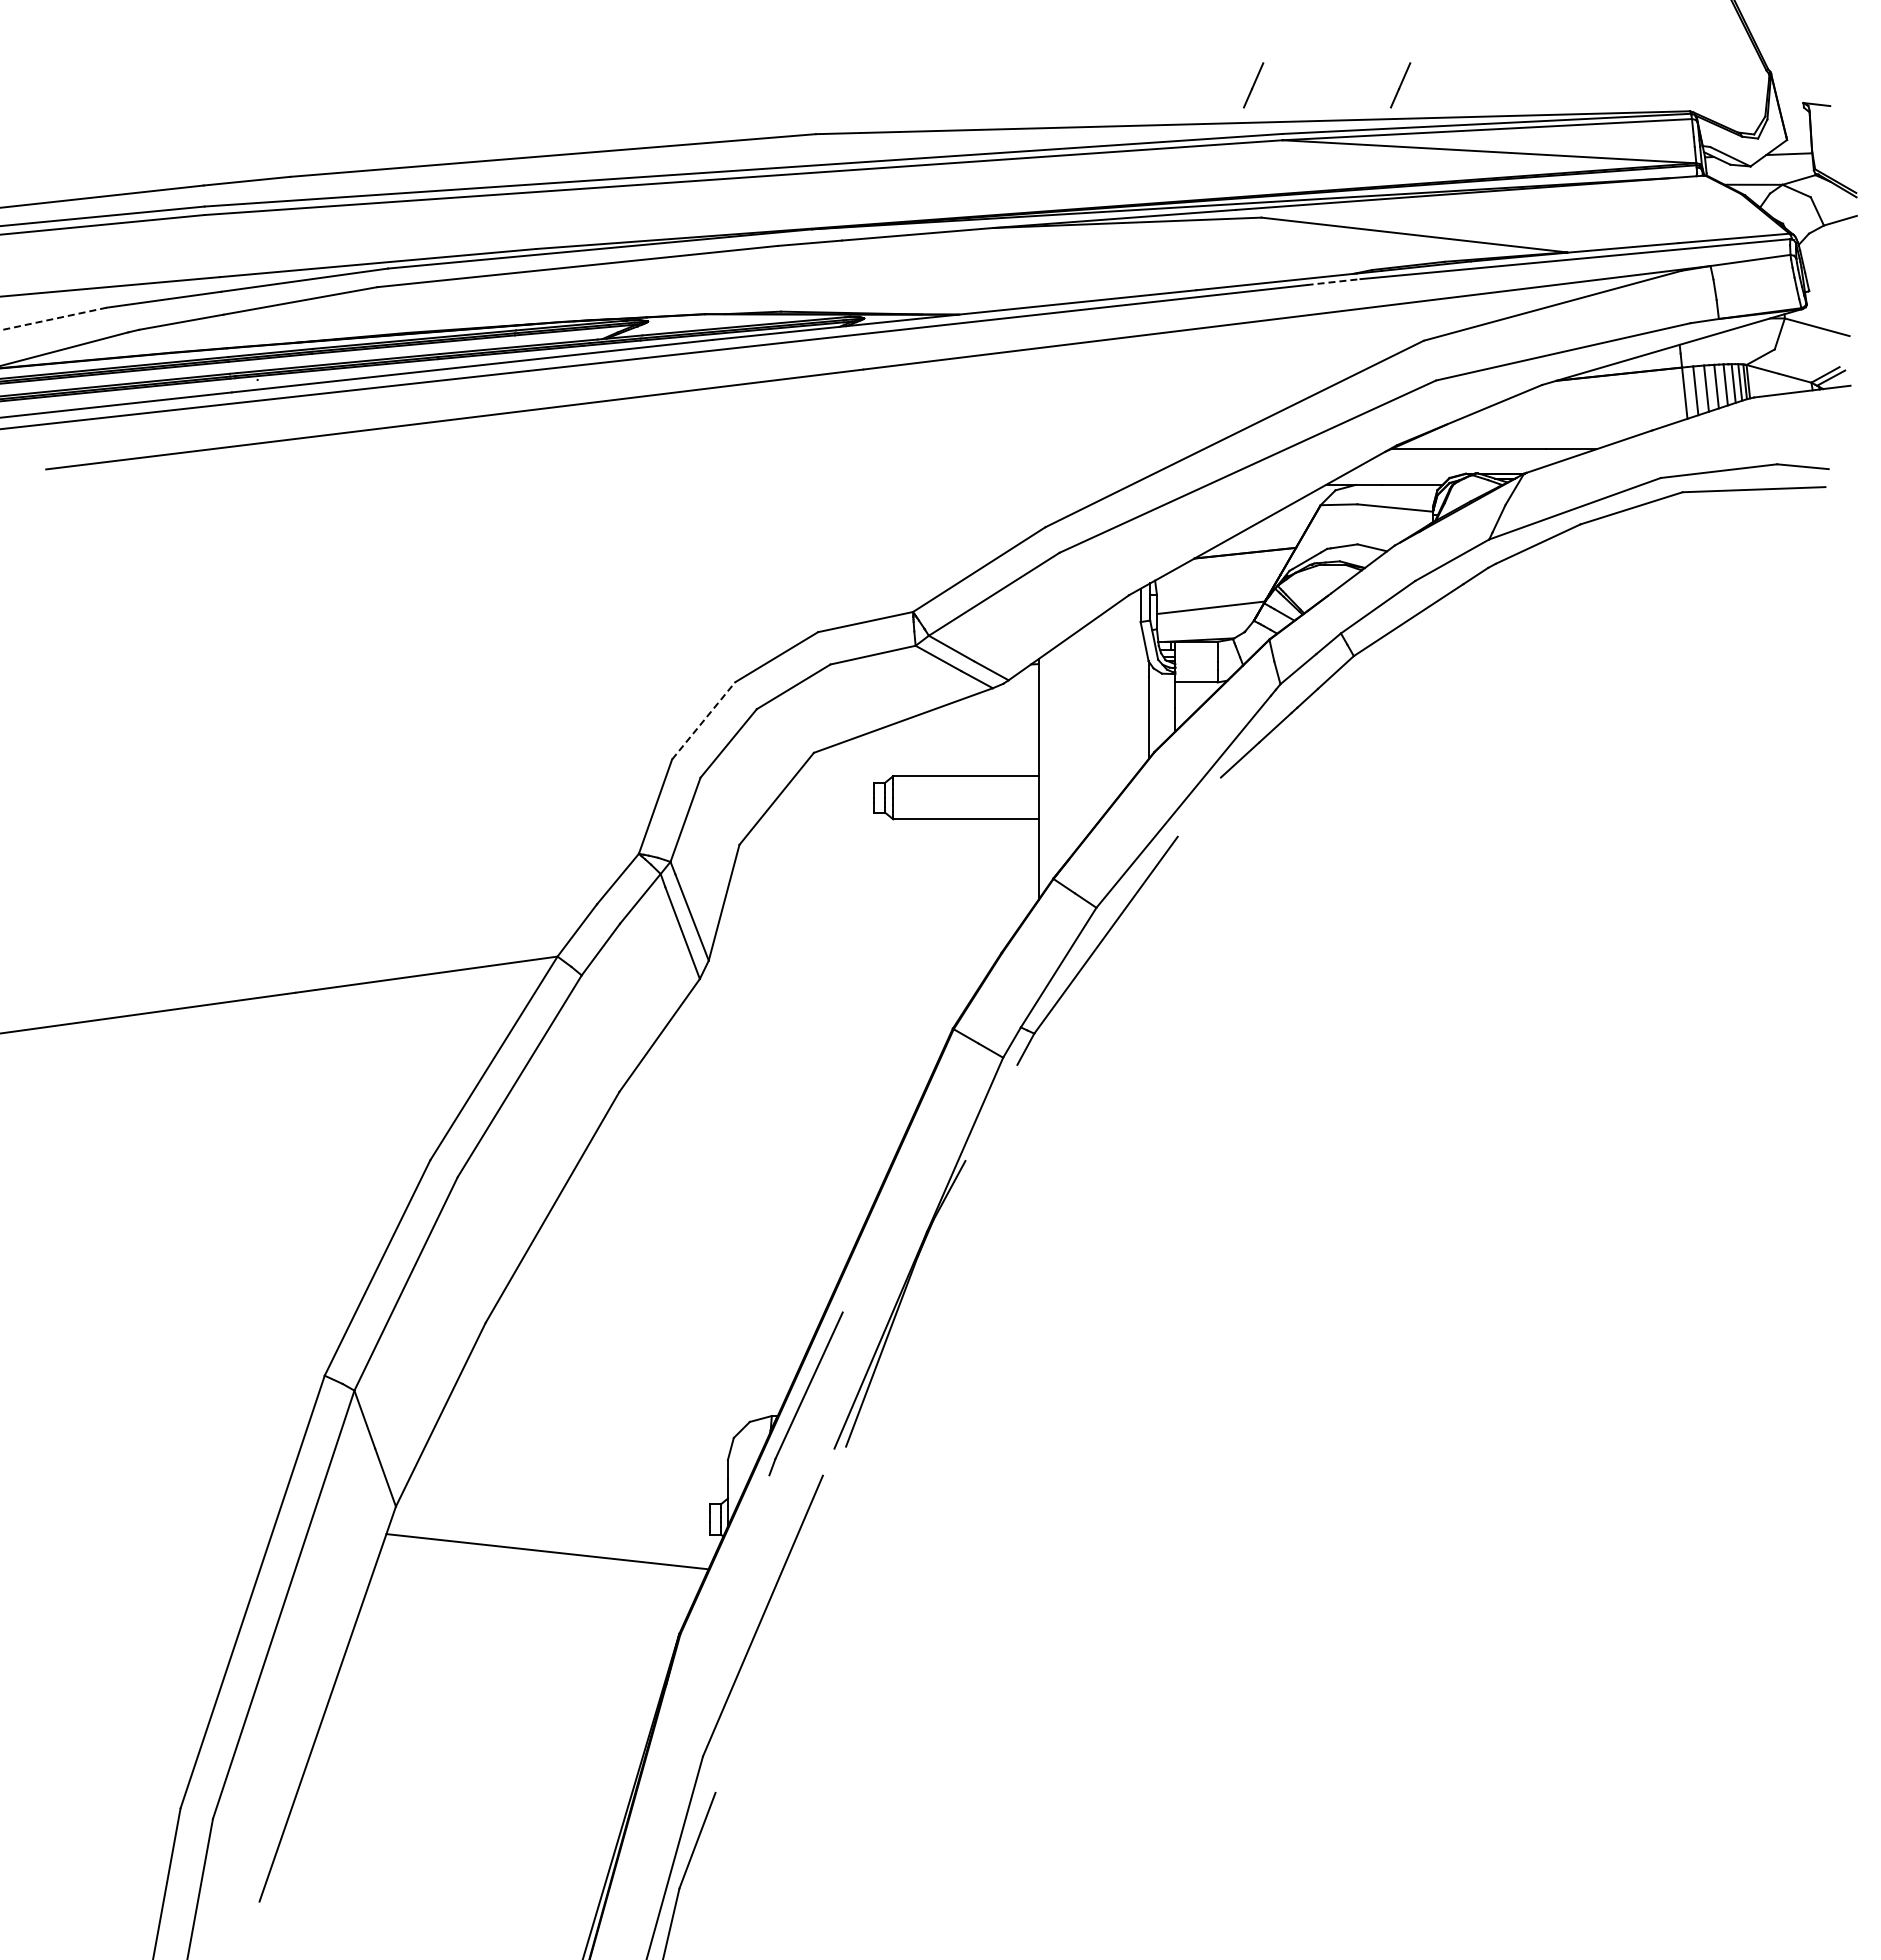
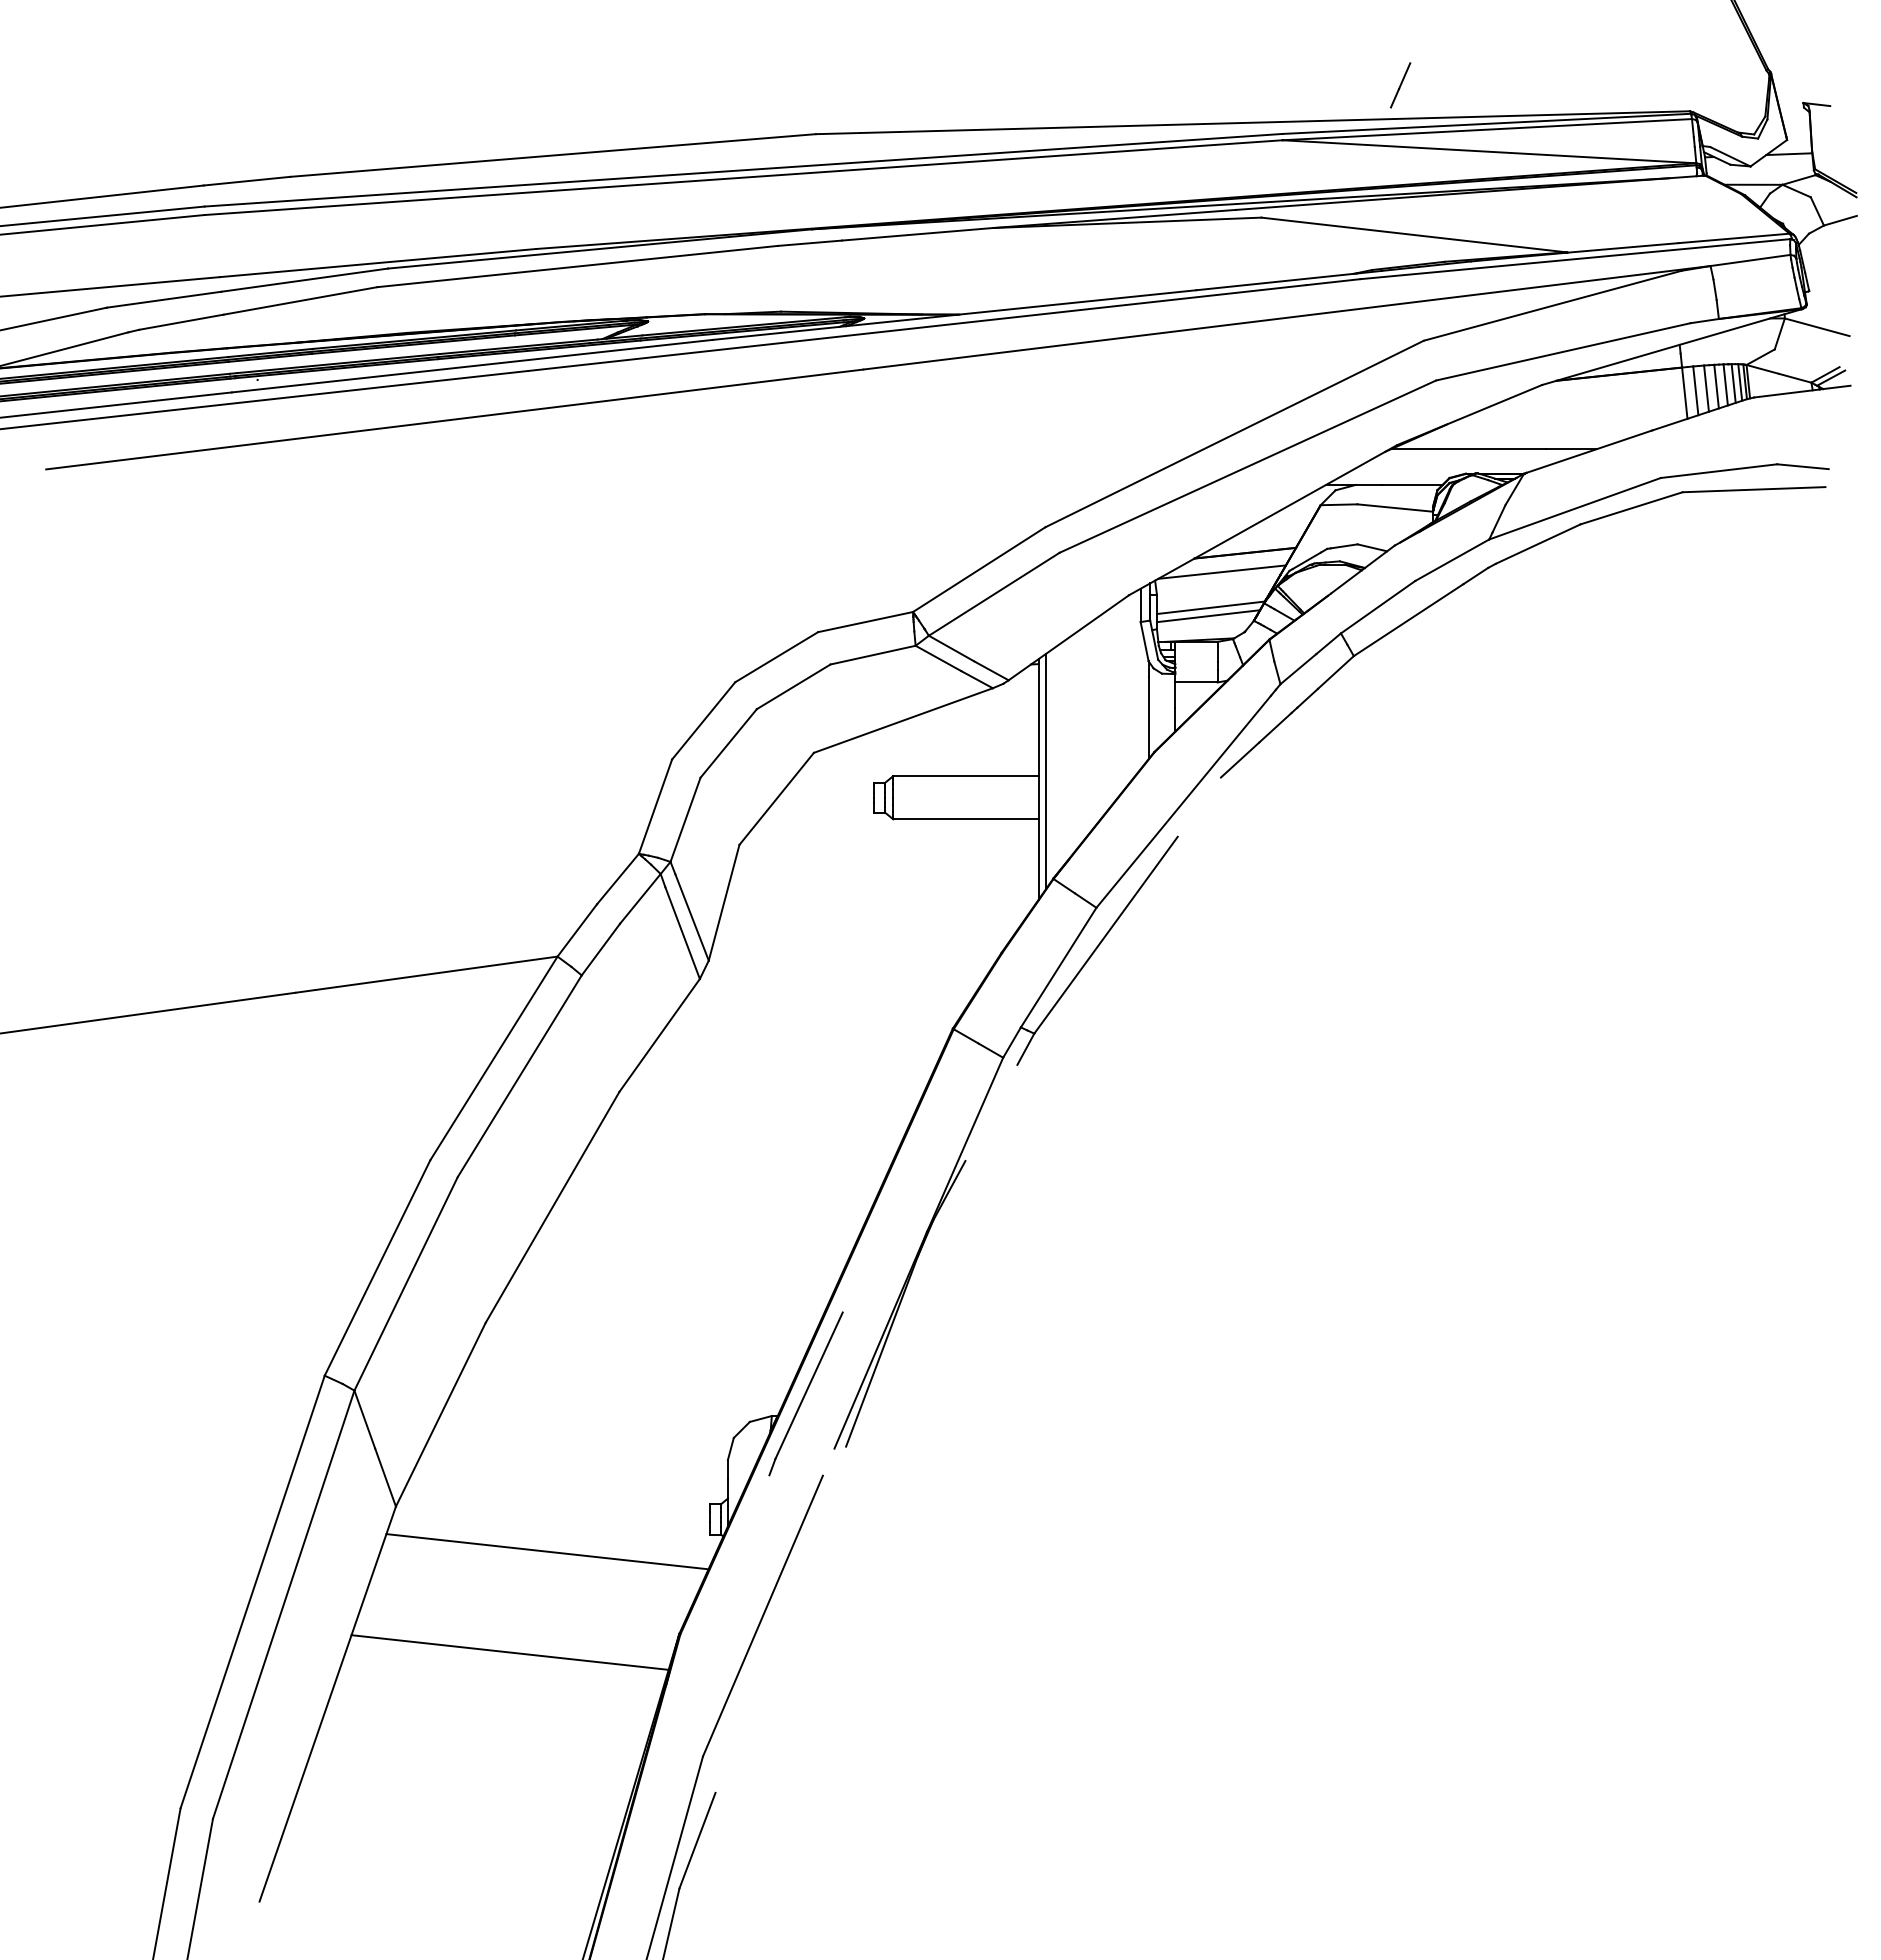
line at (1253, 85): present -> none
line at (1334, 282): dashed -> solid
line at (53, 319): dashed -> solid
line at (1221, 571): none -> present
line at (1208, 616): none -> present
line at (703, 720): dashed -> solid
line at (1045, 771): none -> present
line at (509, 1652): none -> present
